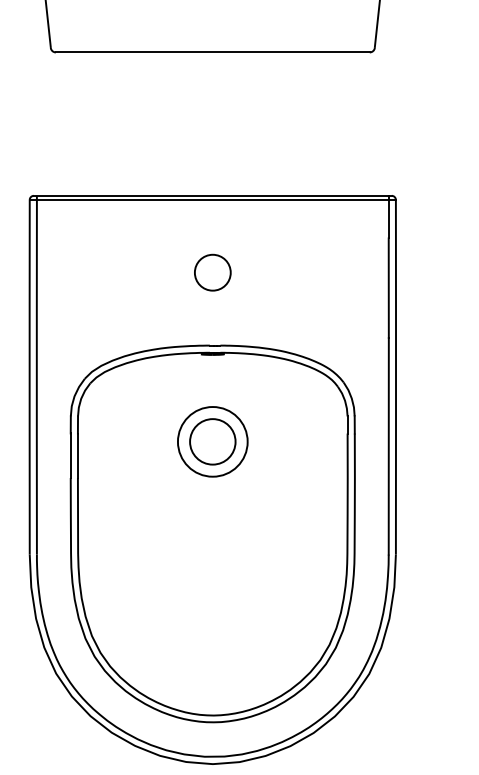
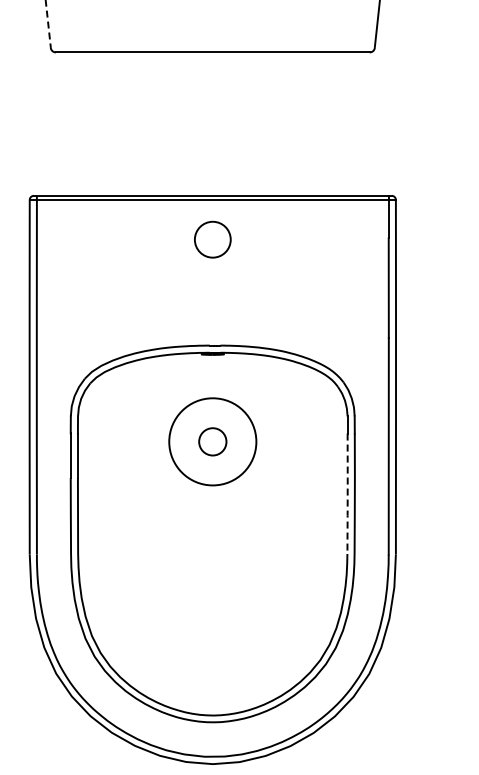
line at (48, 24): solid -> dashed
circle at (212, 272) position: (212, 272) -> (212, 239)
circle at (212, 441) diameter: 46 px -> 27 px
circle at (212, 441) diameter: 70 px -> 87 px
line at (347, 493): solid -> dashed
